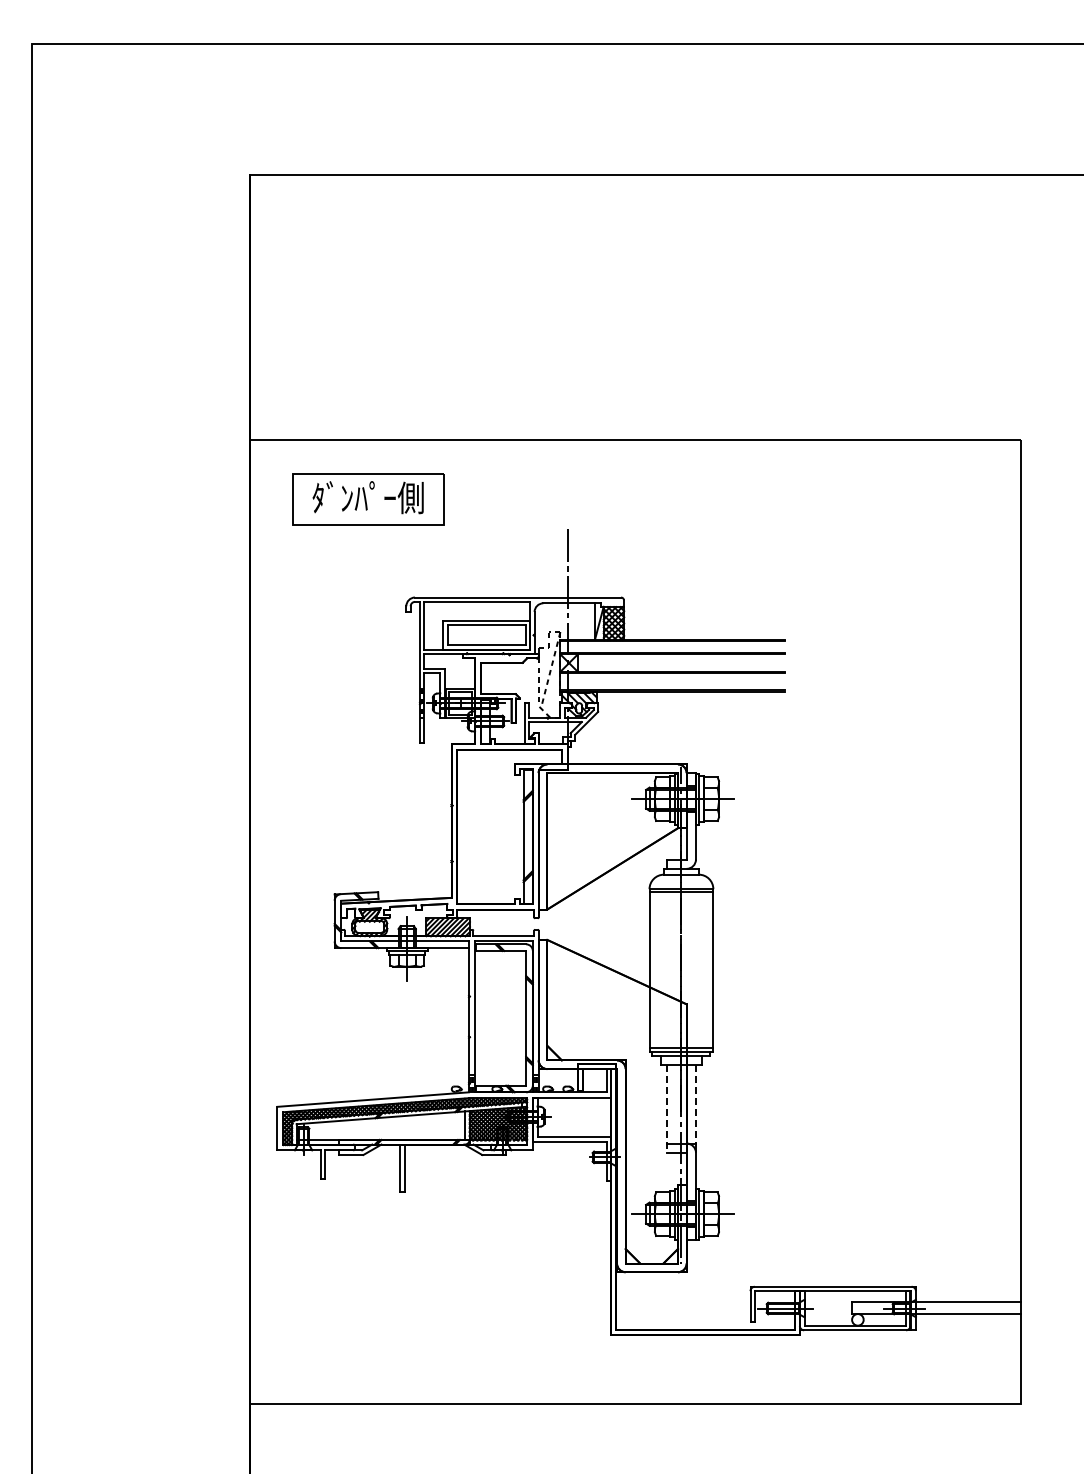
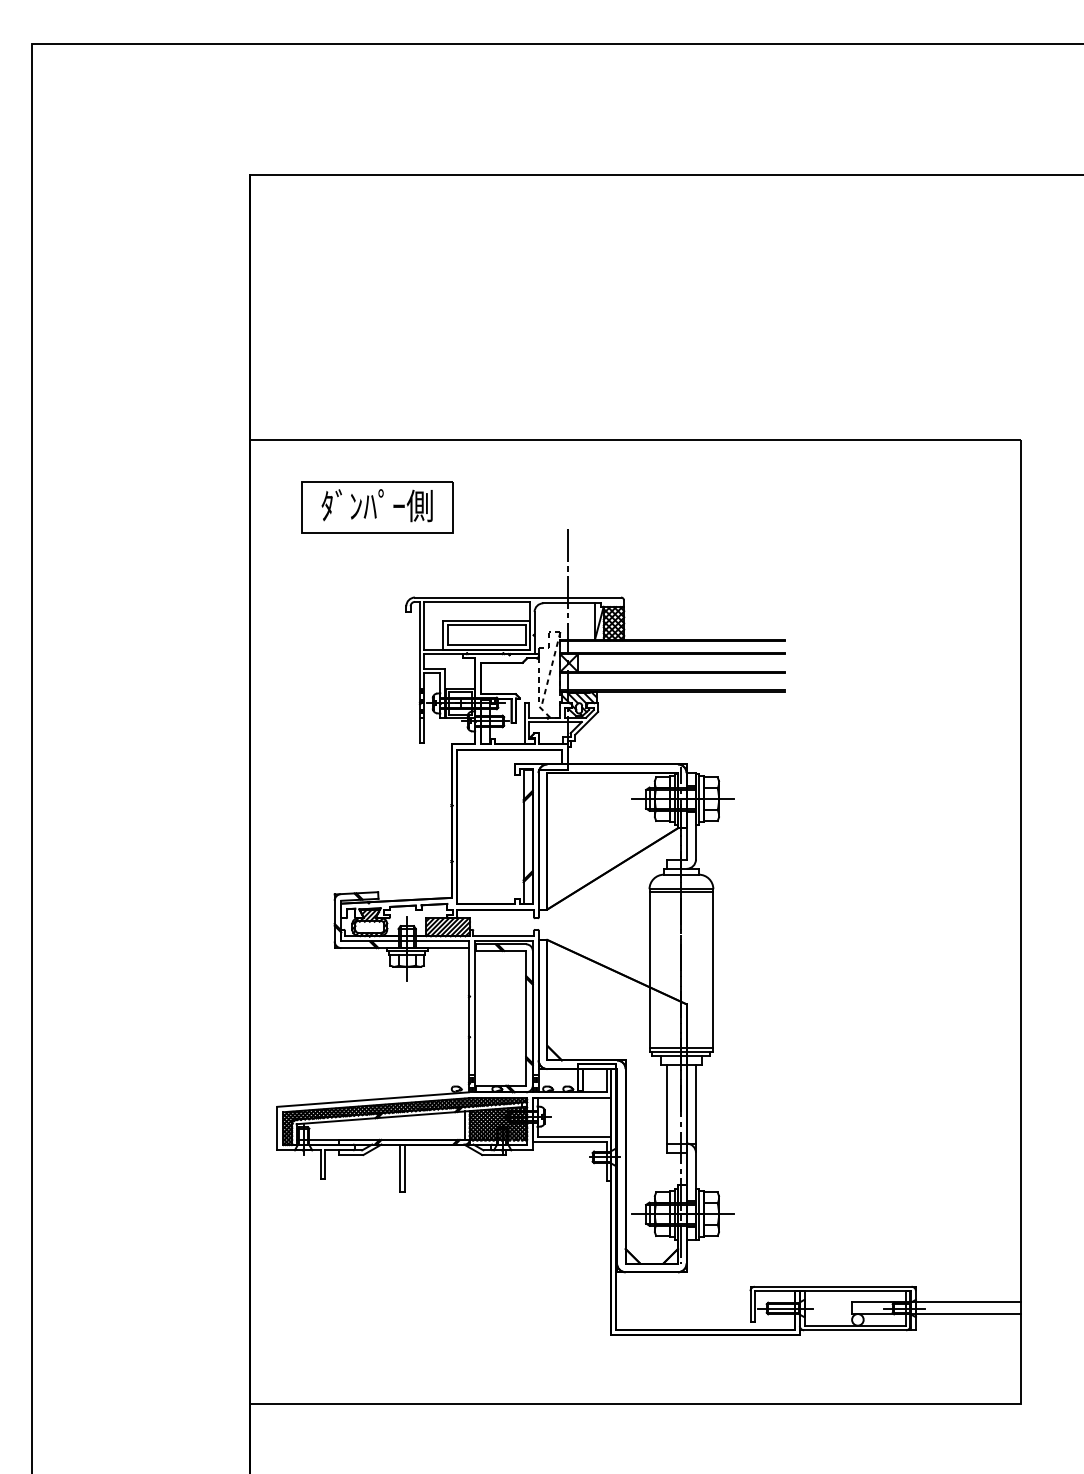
part at (368, 499) position: (368, 499) -> (377, 507)
line at (695, 1104): dashed -> solid
line at (666, 1108): dashed -> solid
